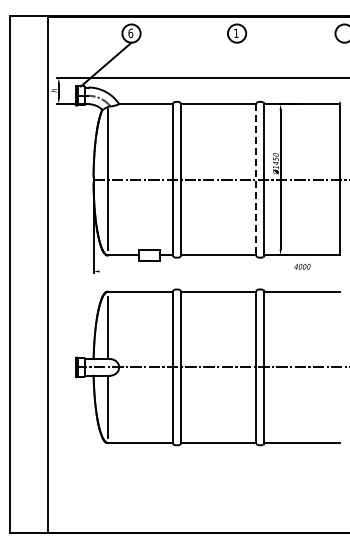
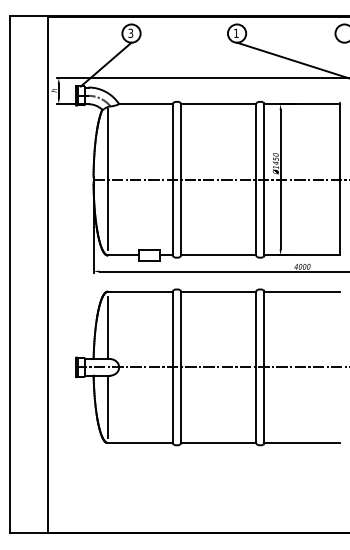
text at (130, 32): 6 -> 3
line at (291, 59): none -> present
line at (256, 179): dashed -> solid
line at (222, 271): none -> present
